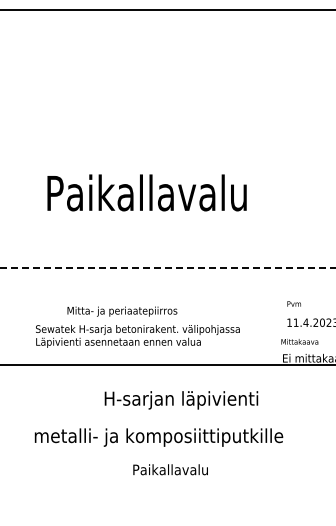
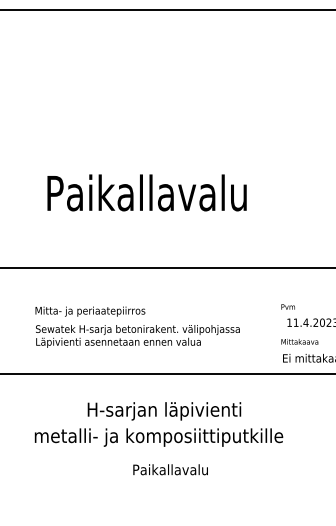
line at (167, 267): dashed -> solid
text at (293, 303) position: (293, 303) -> (287, 306)
text at (122, 311) position: (122, 311) -> (90, 311)
line at (167, 365) position: (167, 365) -> (167, 374)
text at (181, 400) position: (181, 400) -> (164, 411)
